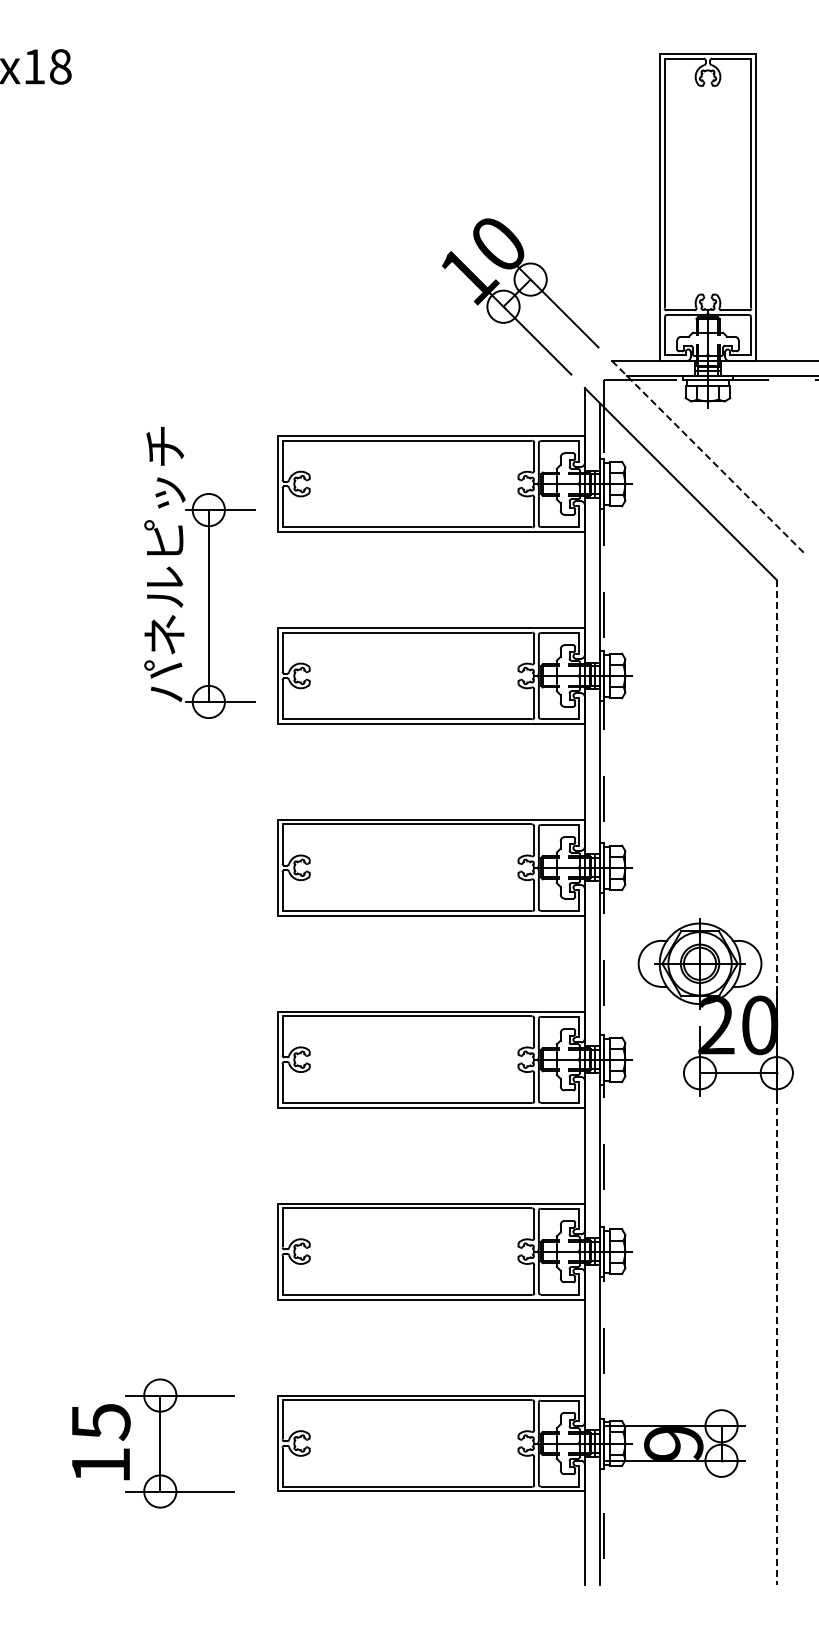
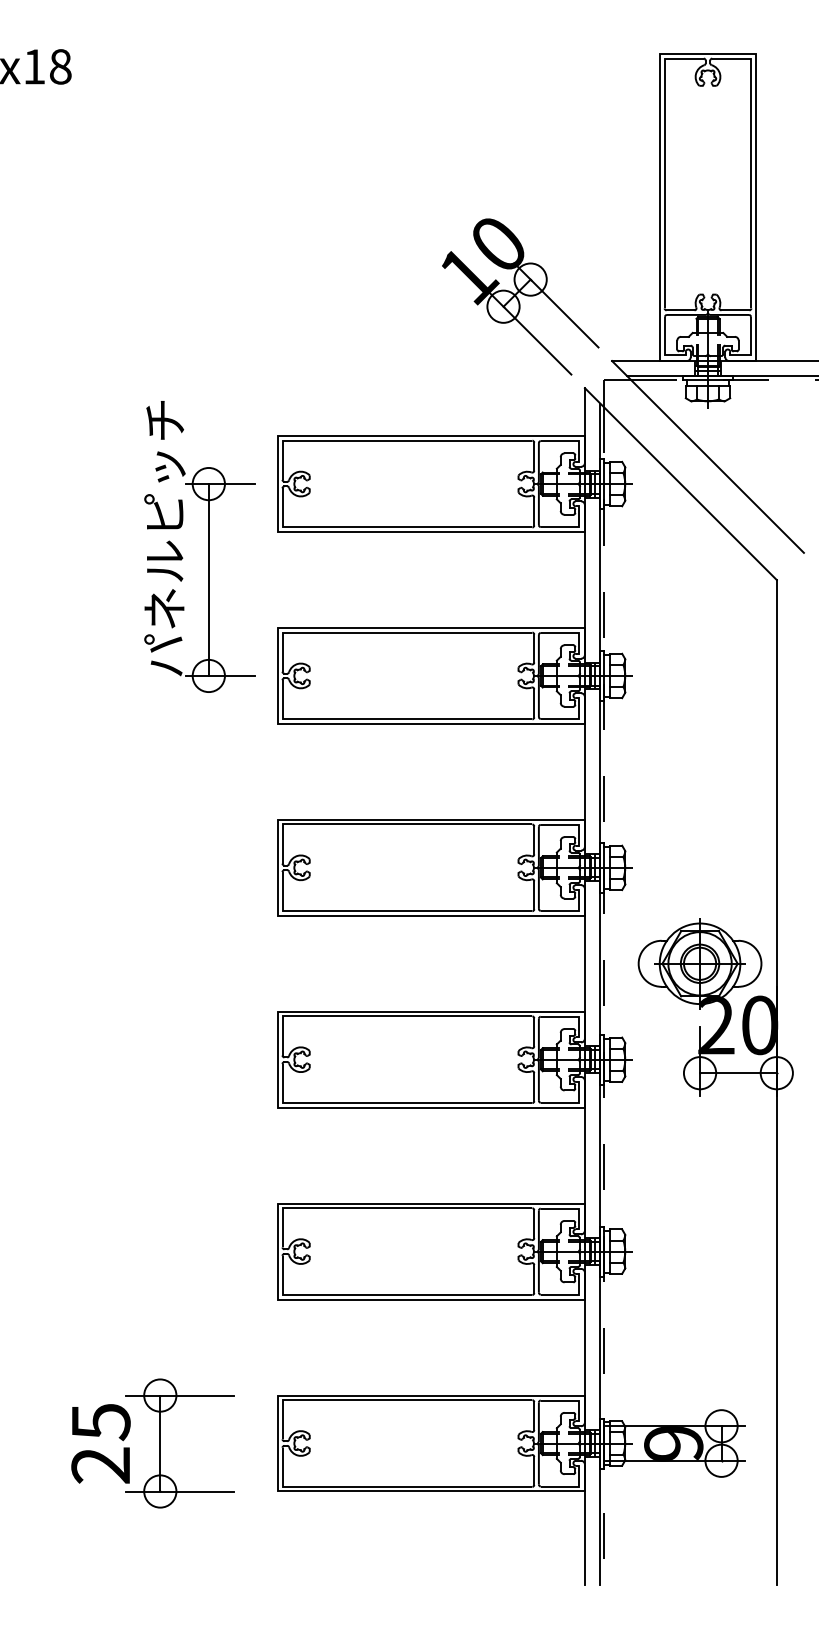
line at (708, 456): dashed -> solid
part at (208, 572) position: (208, 572) -> (208, 546)
line at (776, 1083): dashed -> solid
text at (100, 1465): 15 -> 25
